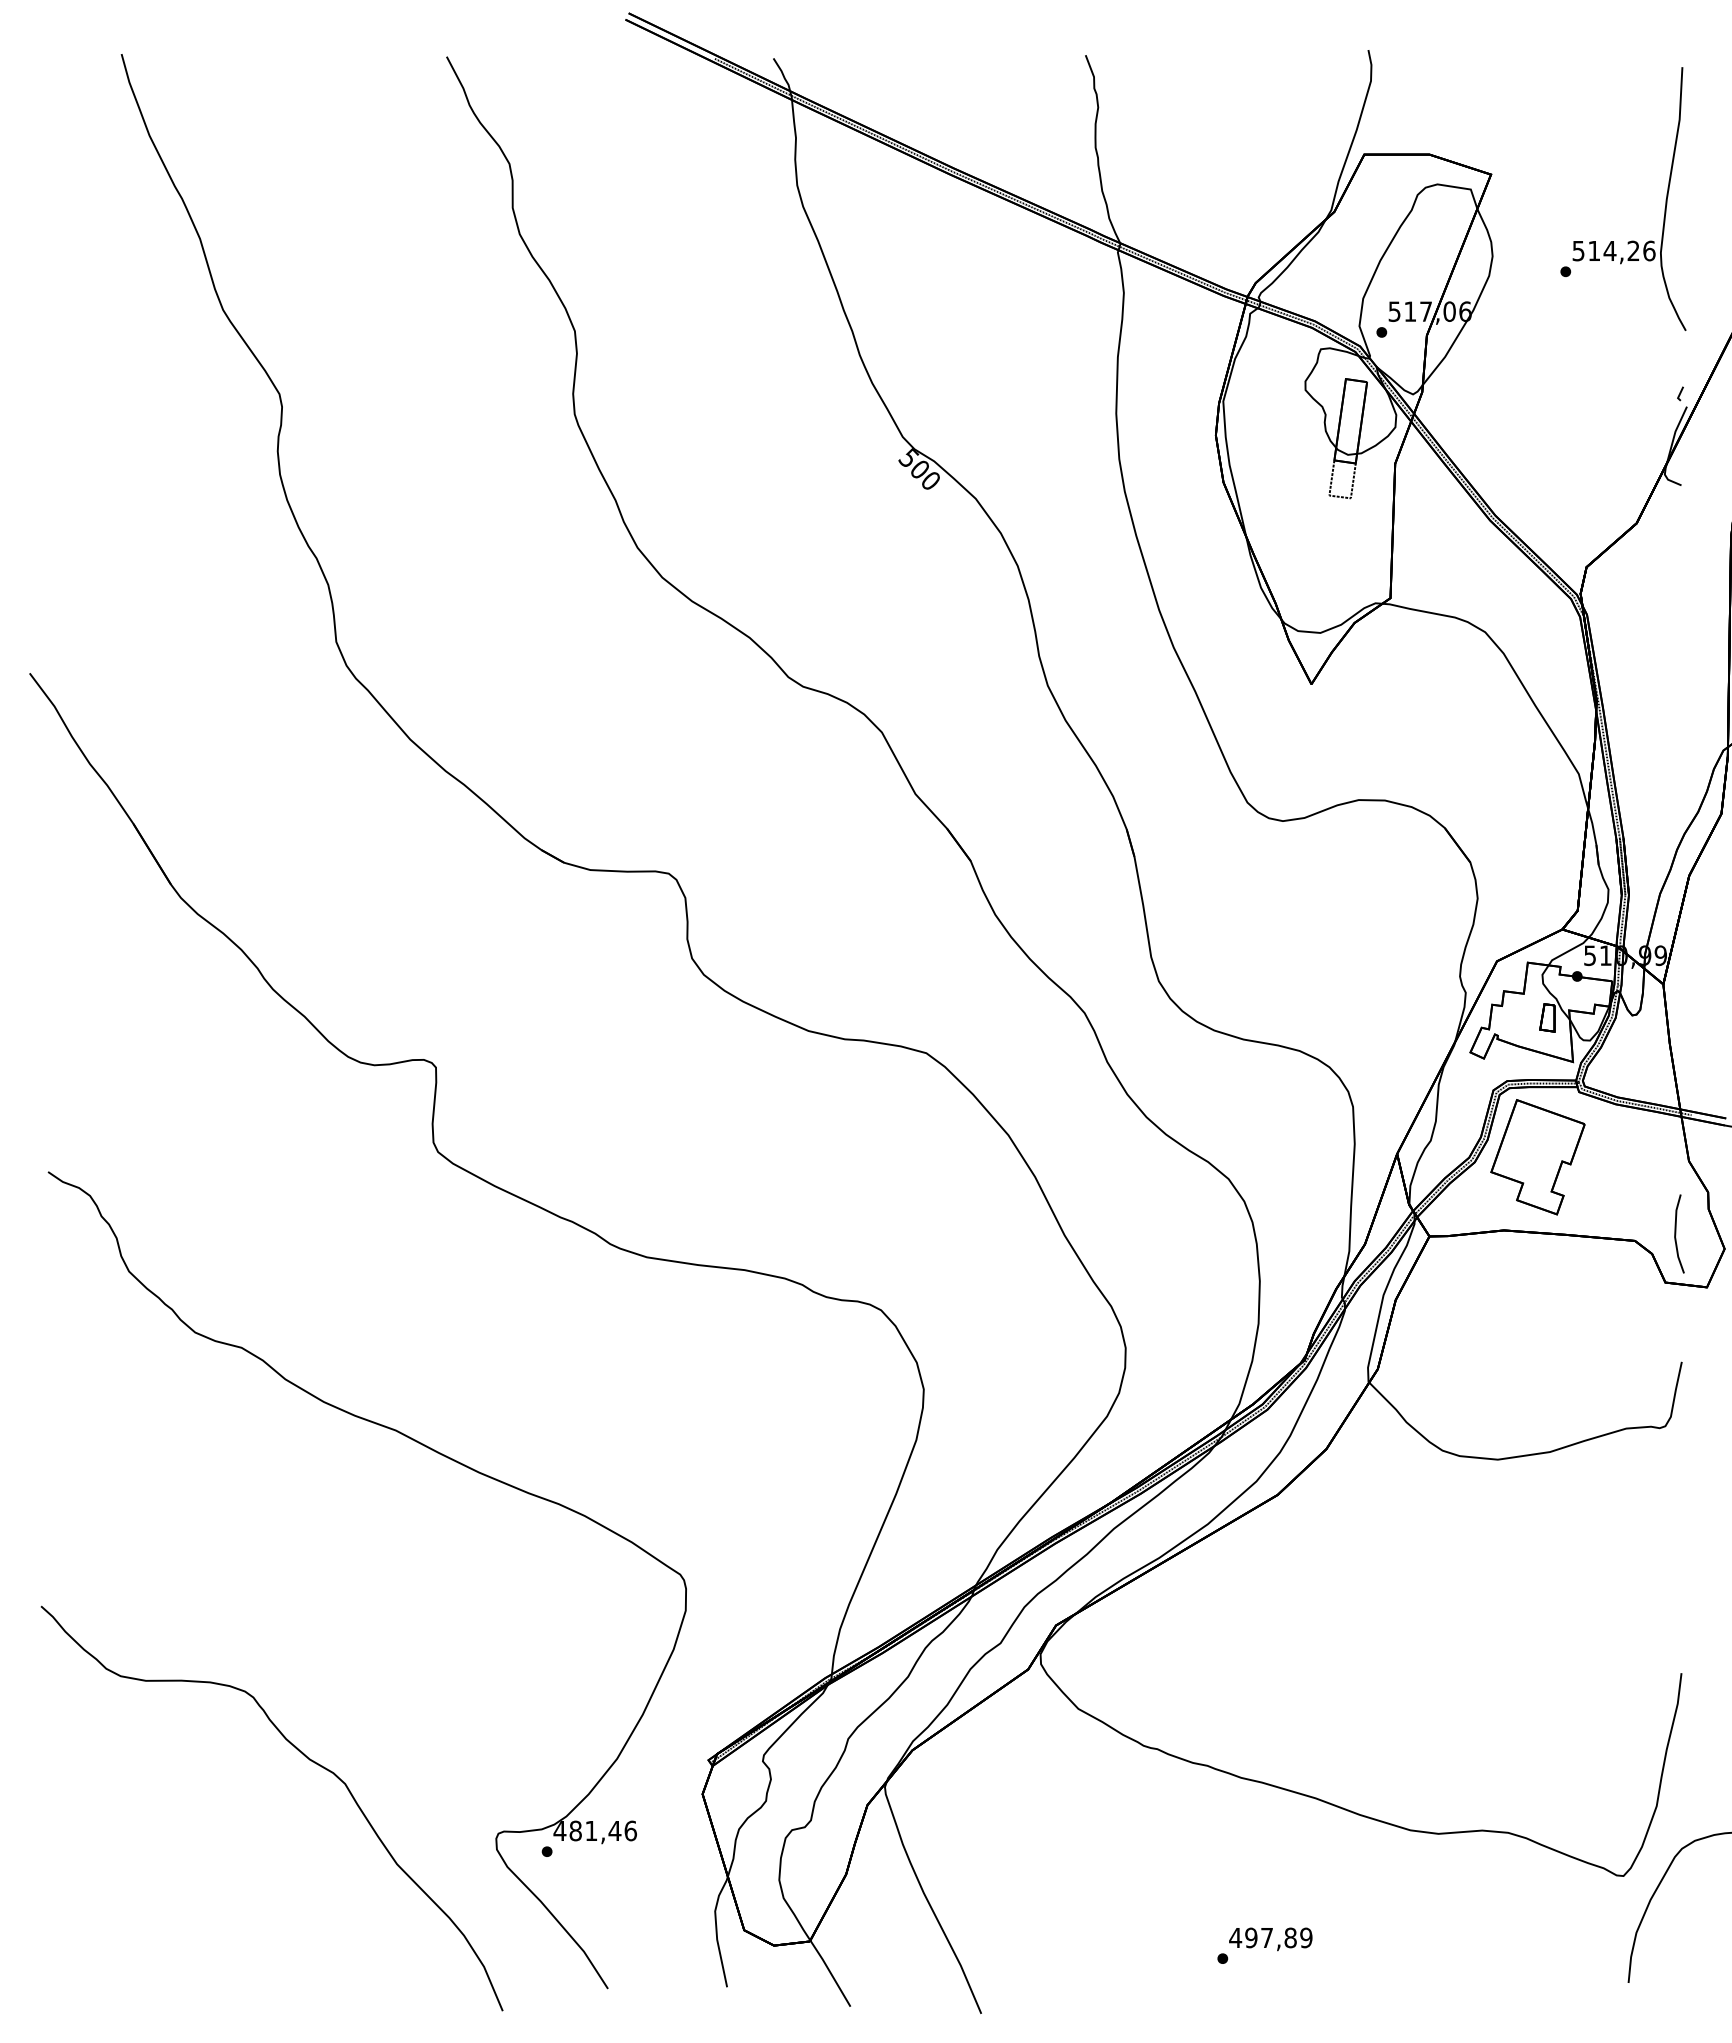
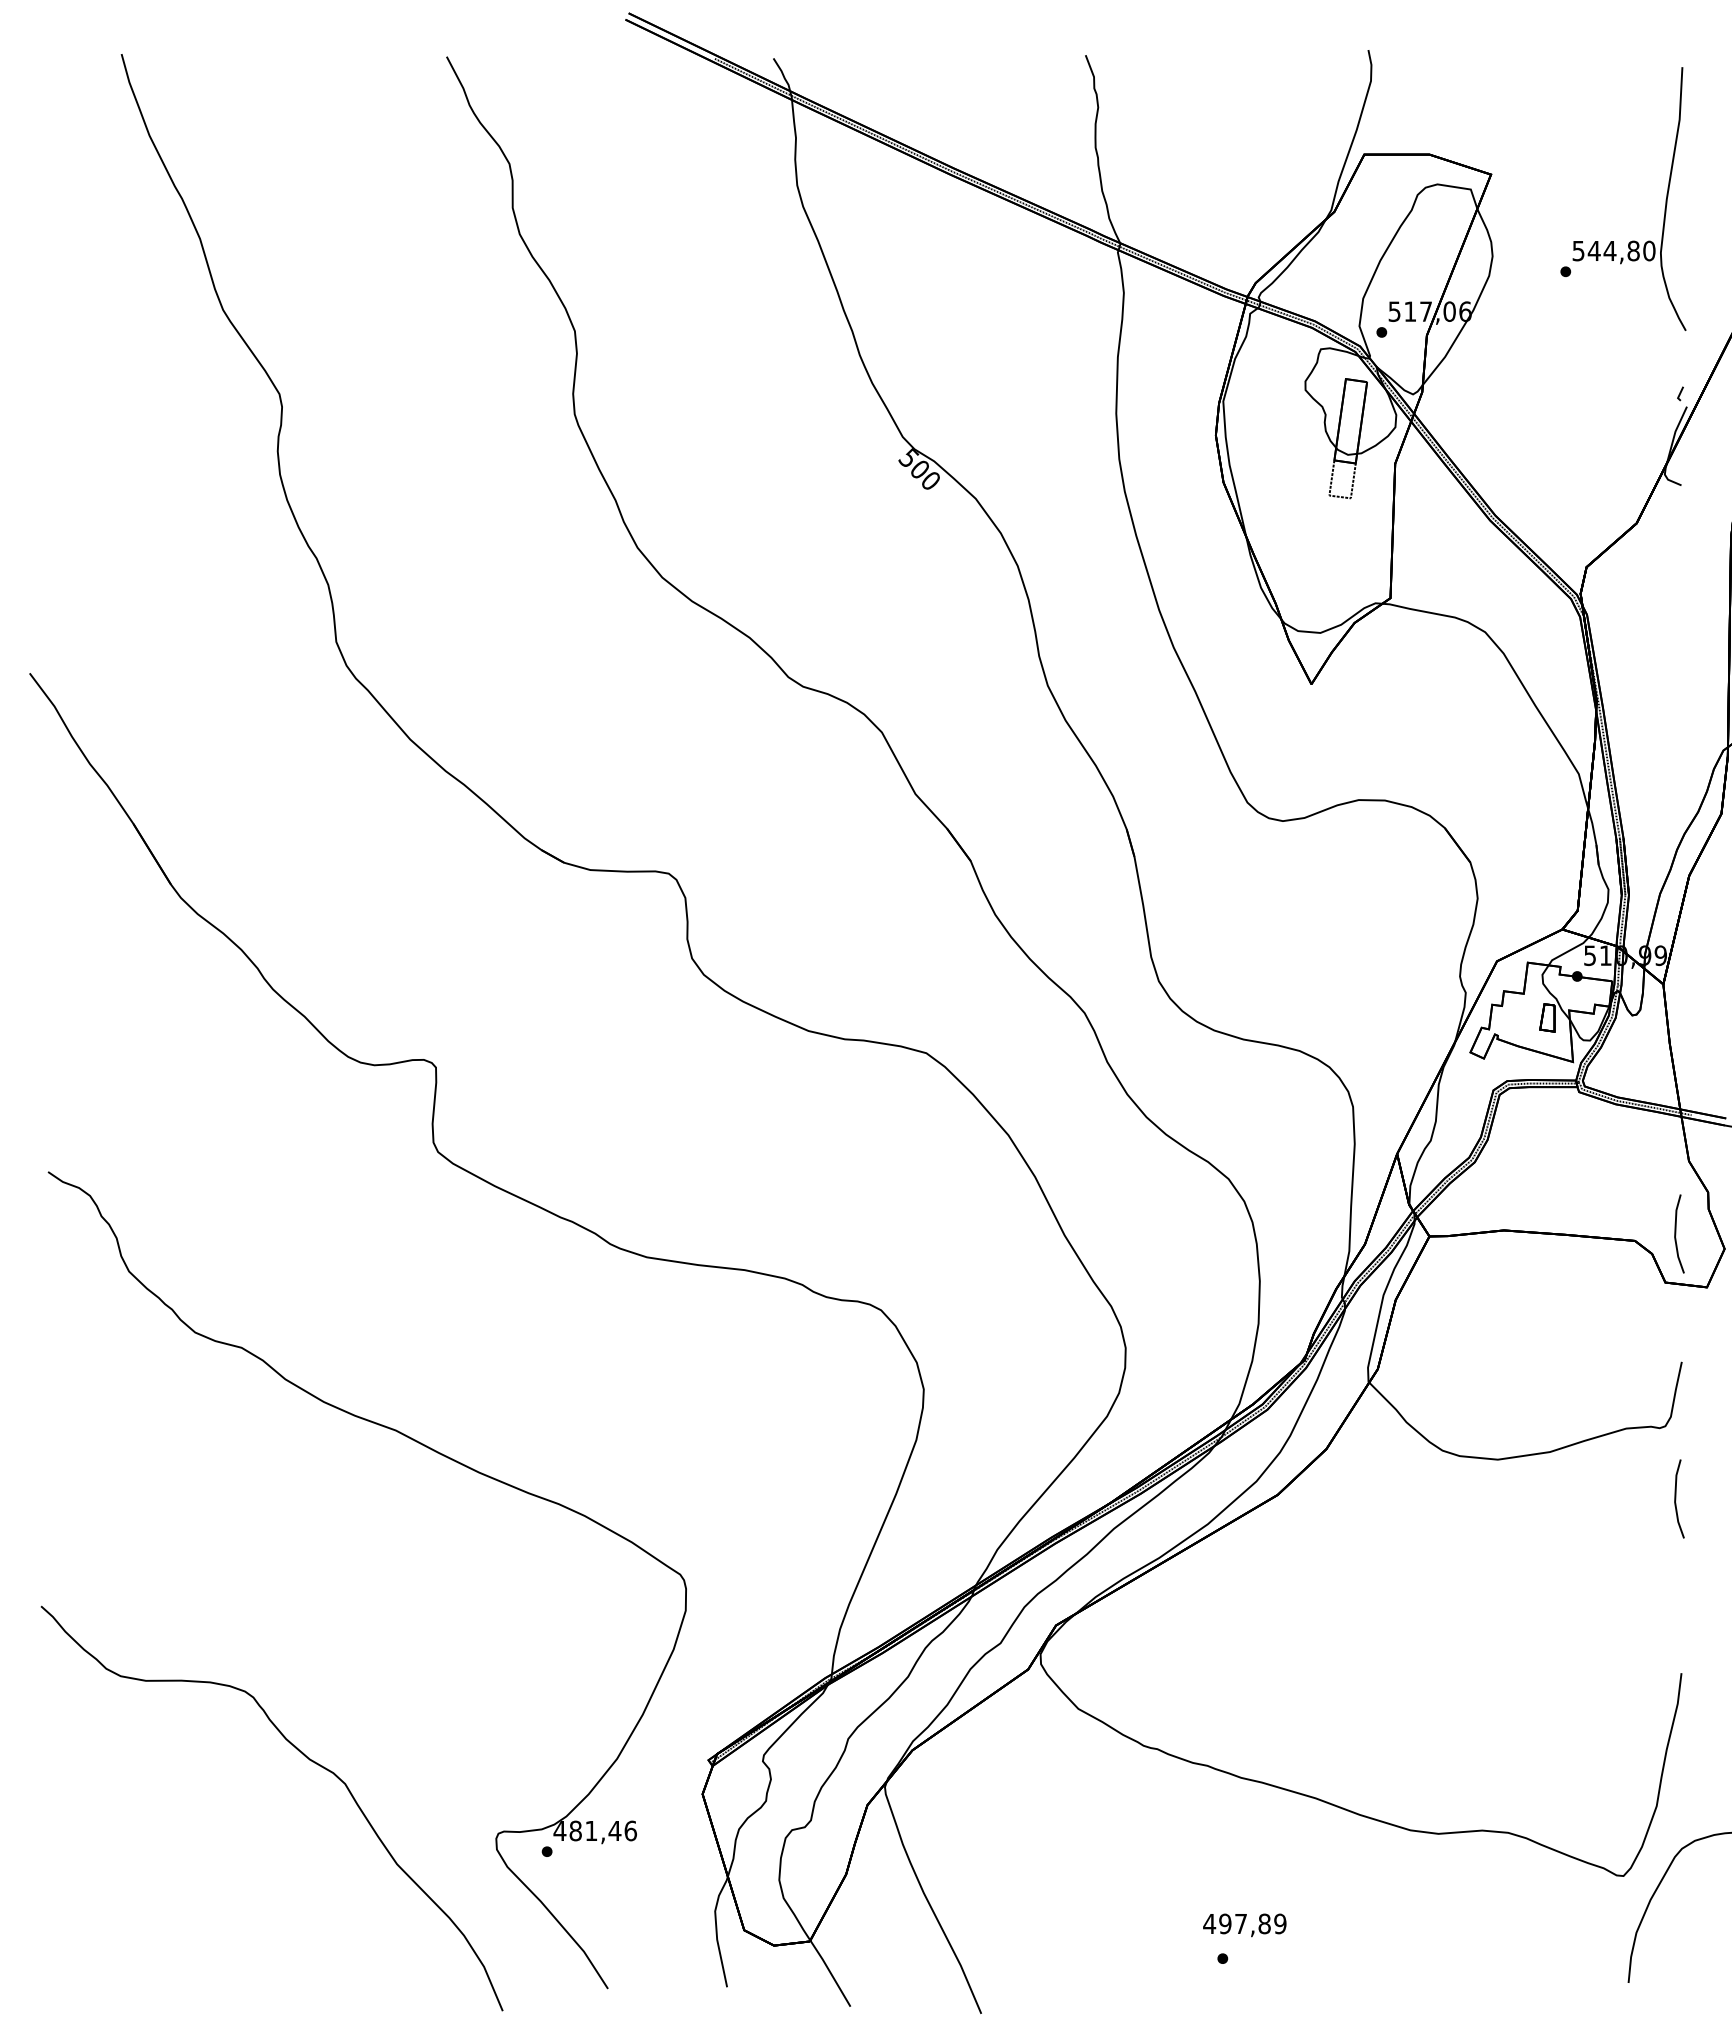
text at (1621, 250): 514,26 -> 544,80
part at (1537, 1157): present -> none
line at (1676, 1498): none -> present
text at (1270, 1939) position: (1270, 1939) -> (1244, 1925)
